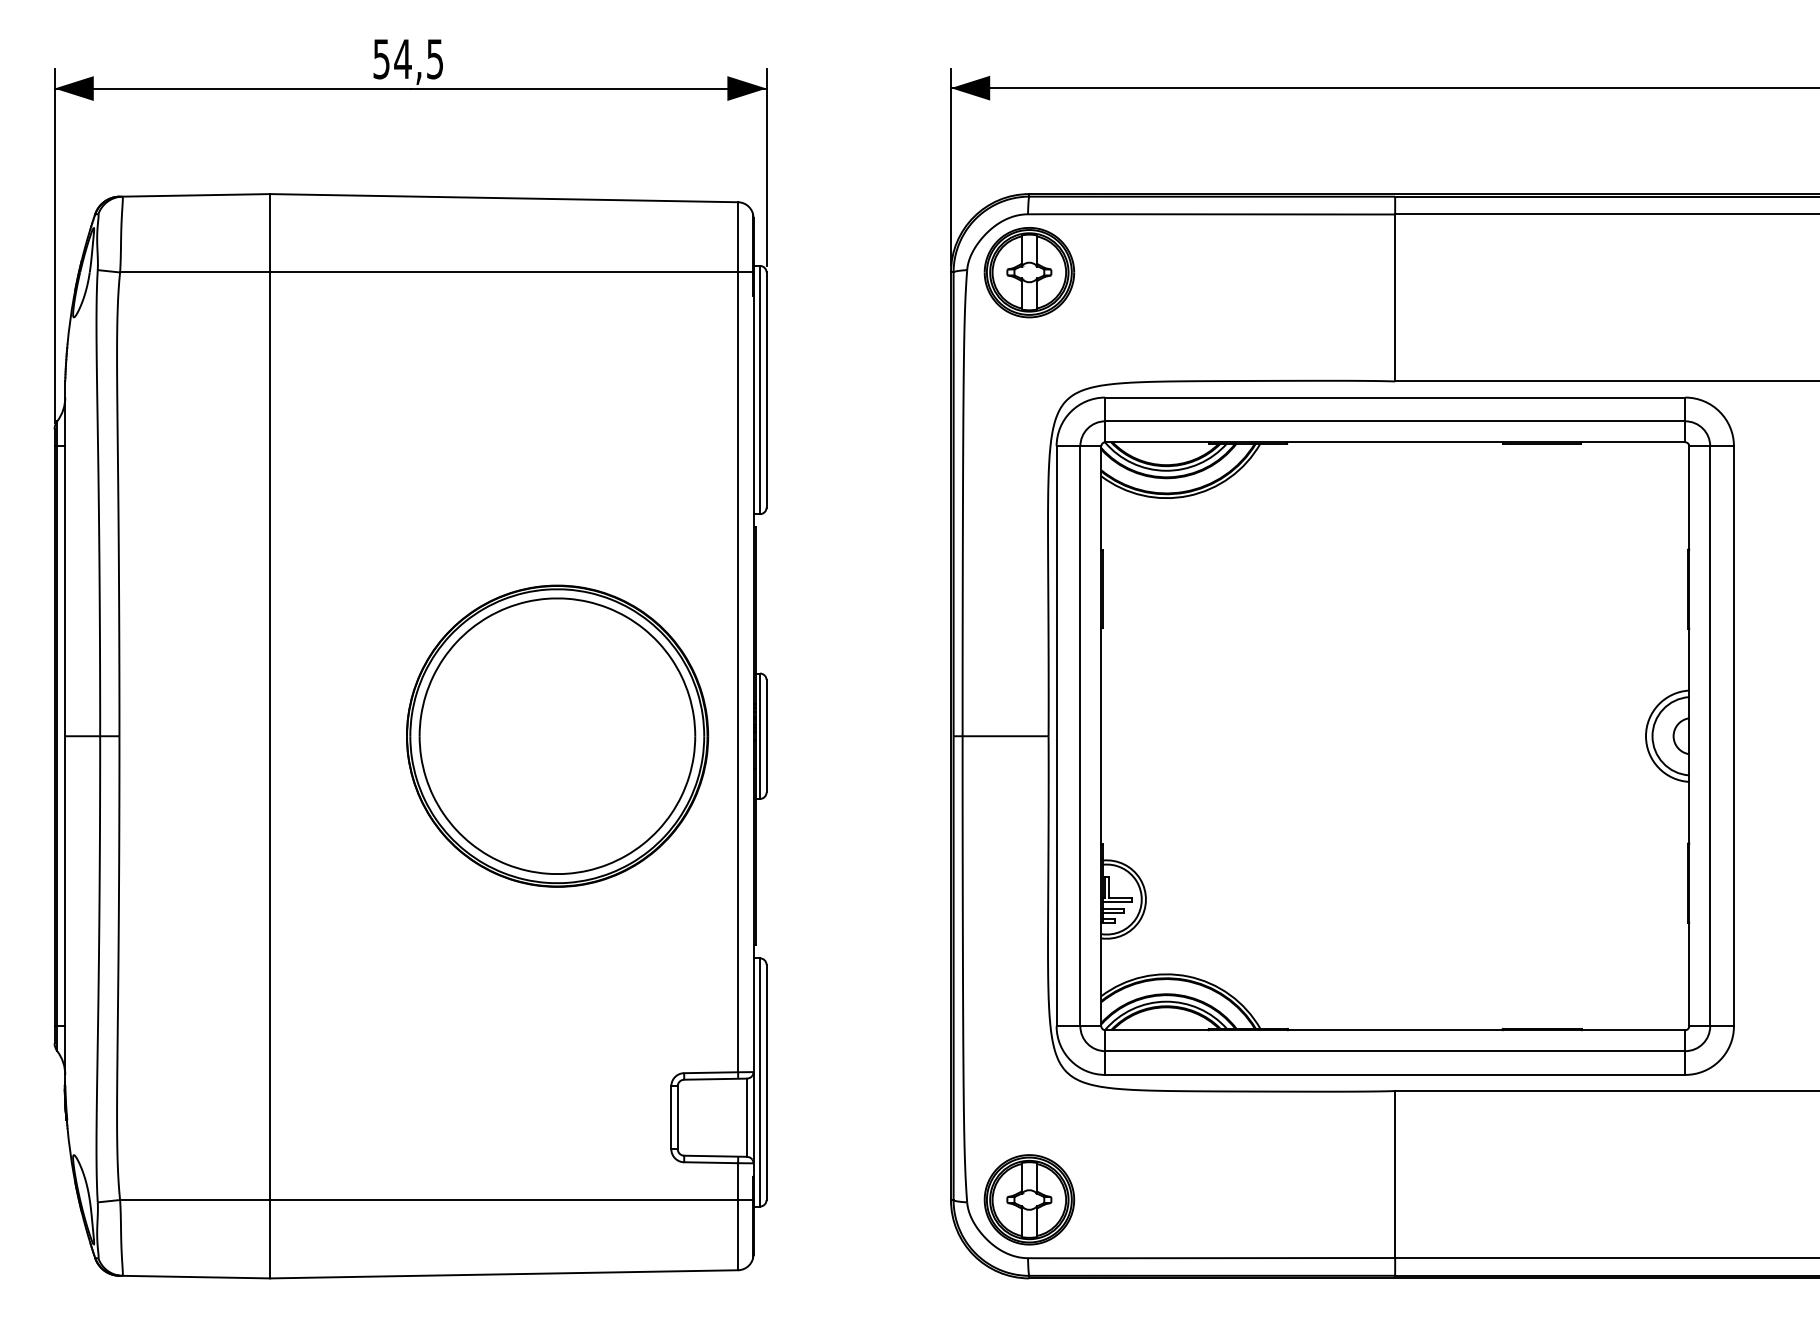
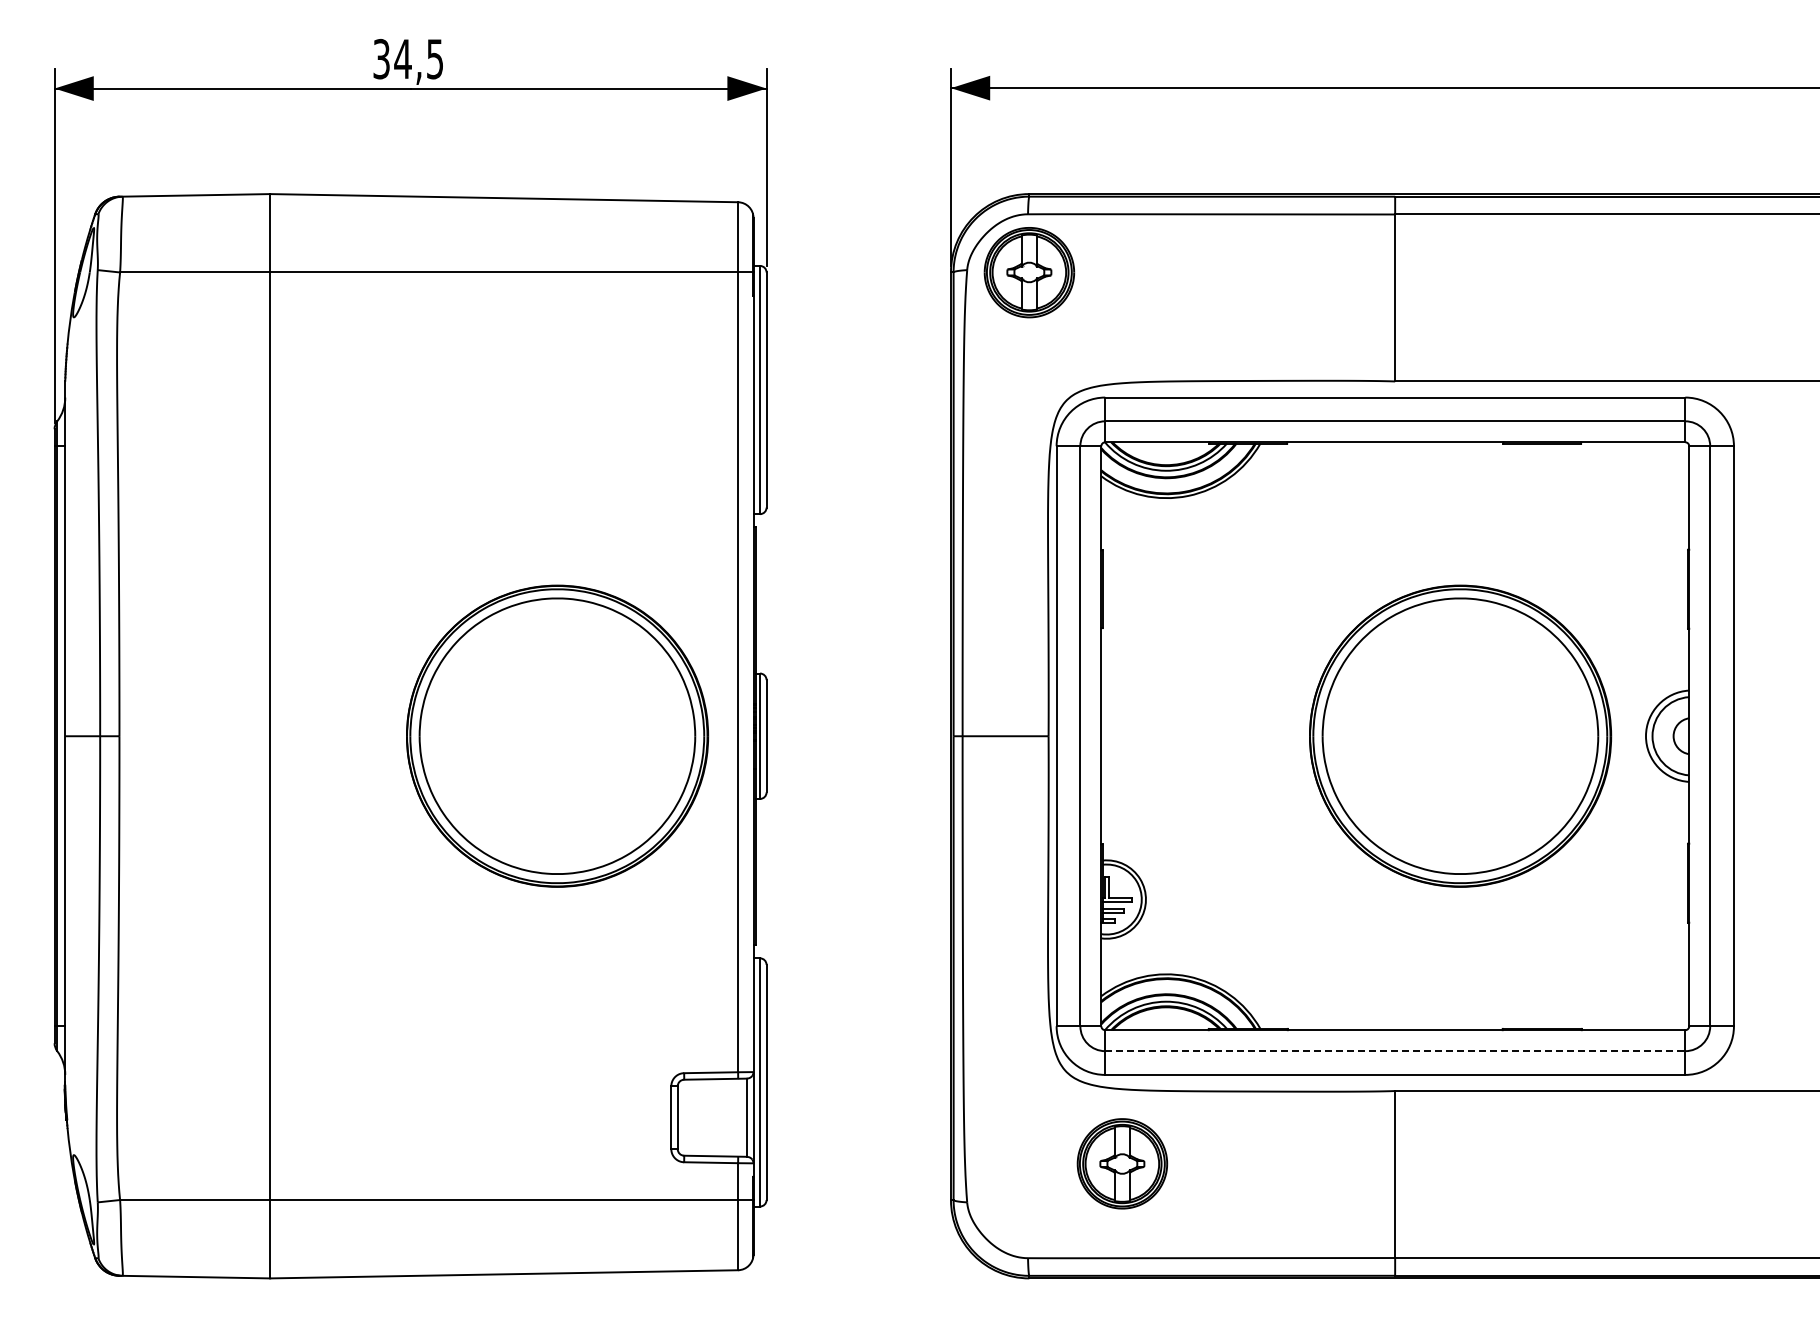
text at (381, 58): 54,5 -> 34,5
part at (1460, 735): none -> present
line at (1395, 1051): solid -> dashed
part at (1029, 1199) position: (1029, 1199) -> (1122, 1163)
